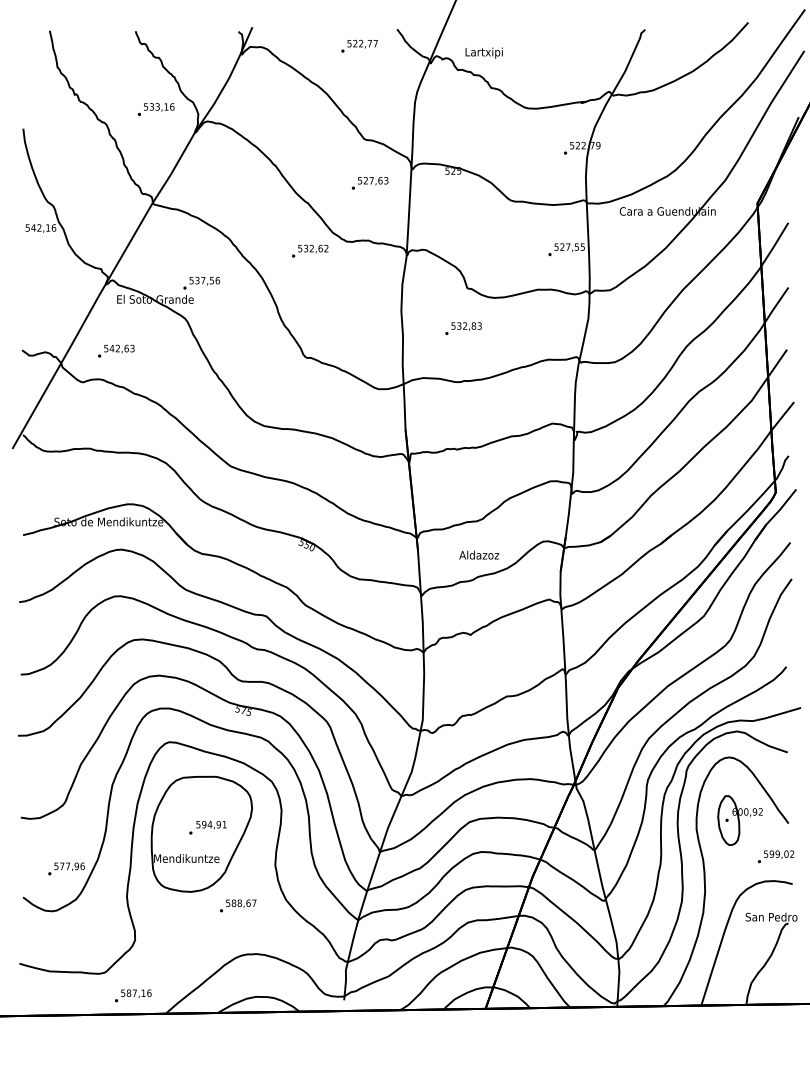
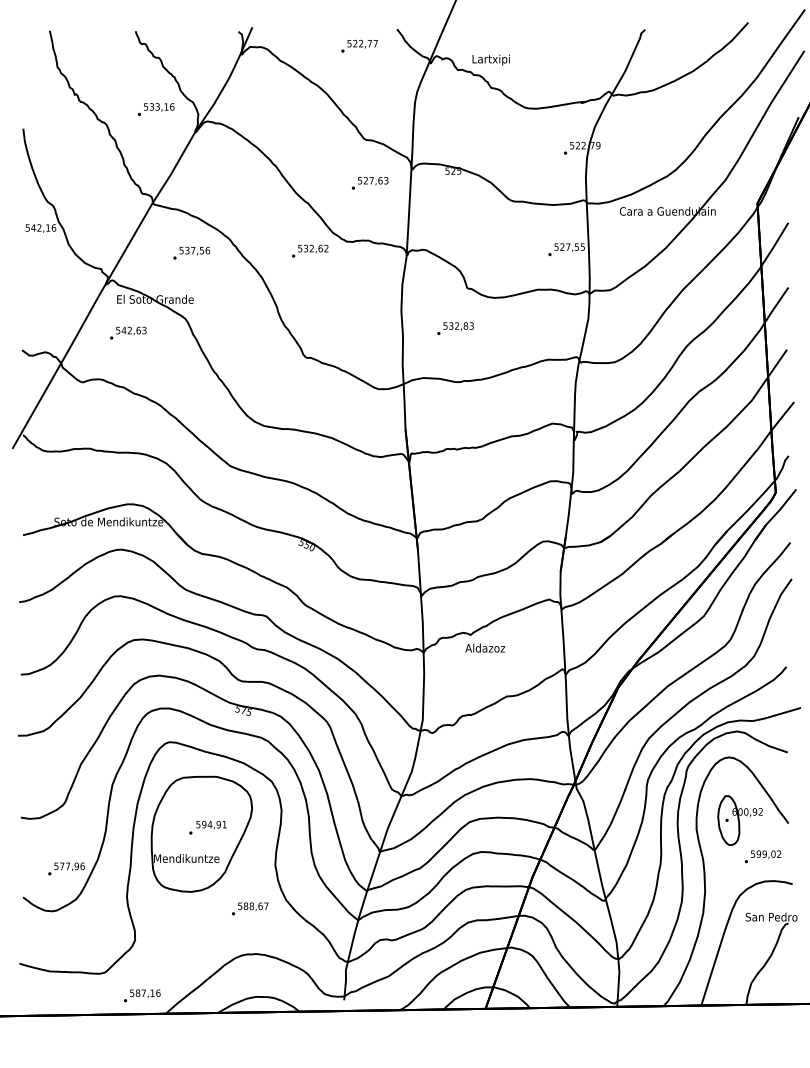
text at (483, 52) position: (483, 52) -> (490, 59)
text at (201, 282) position: (201, 282) -> (191, 252)
text at (463, 328) position: (463, 328) -> (455, 328)
text at (116, 350) position: (116, 350) -> (128, 332)
text at (479, 554) position: (479, 554) -> (485, 647)
text at (776, 856) position: (776, 856) -> (763, 856)
text at (238, 905) position: (238, 905) -> (250, 908)
text at (133, 995) position: (133, 995) -> (142, 995)
